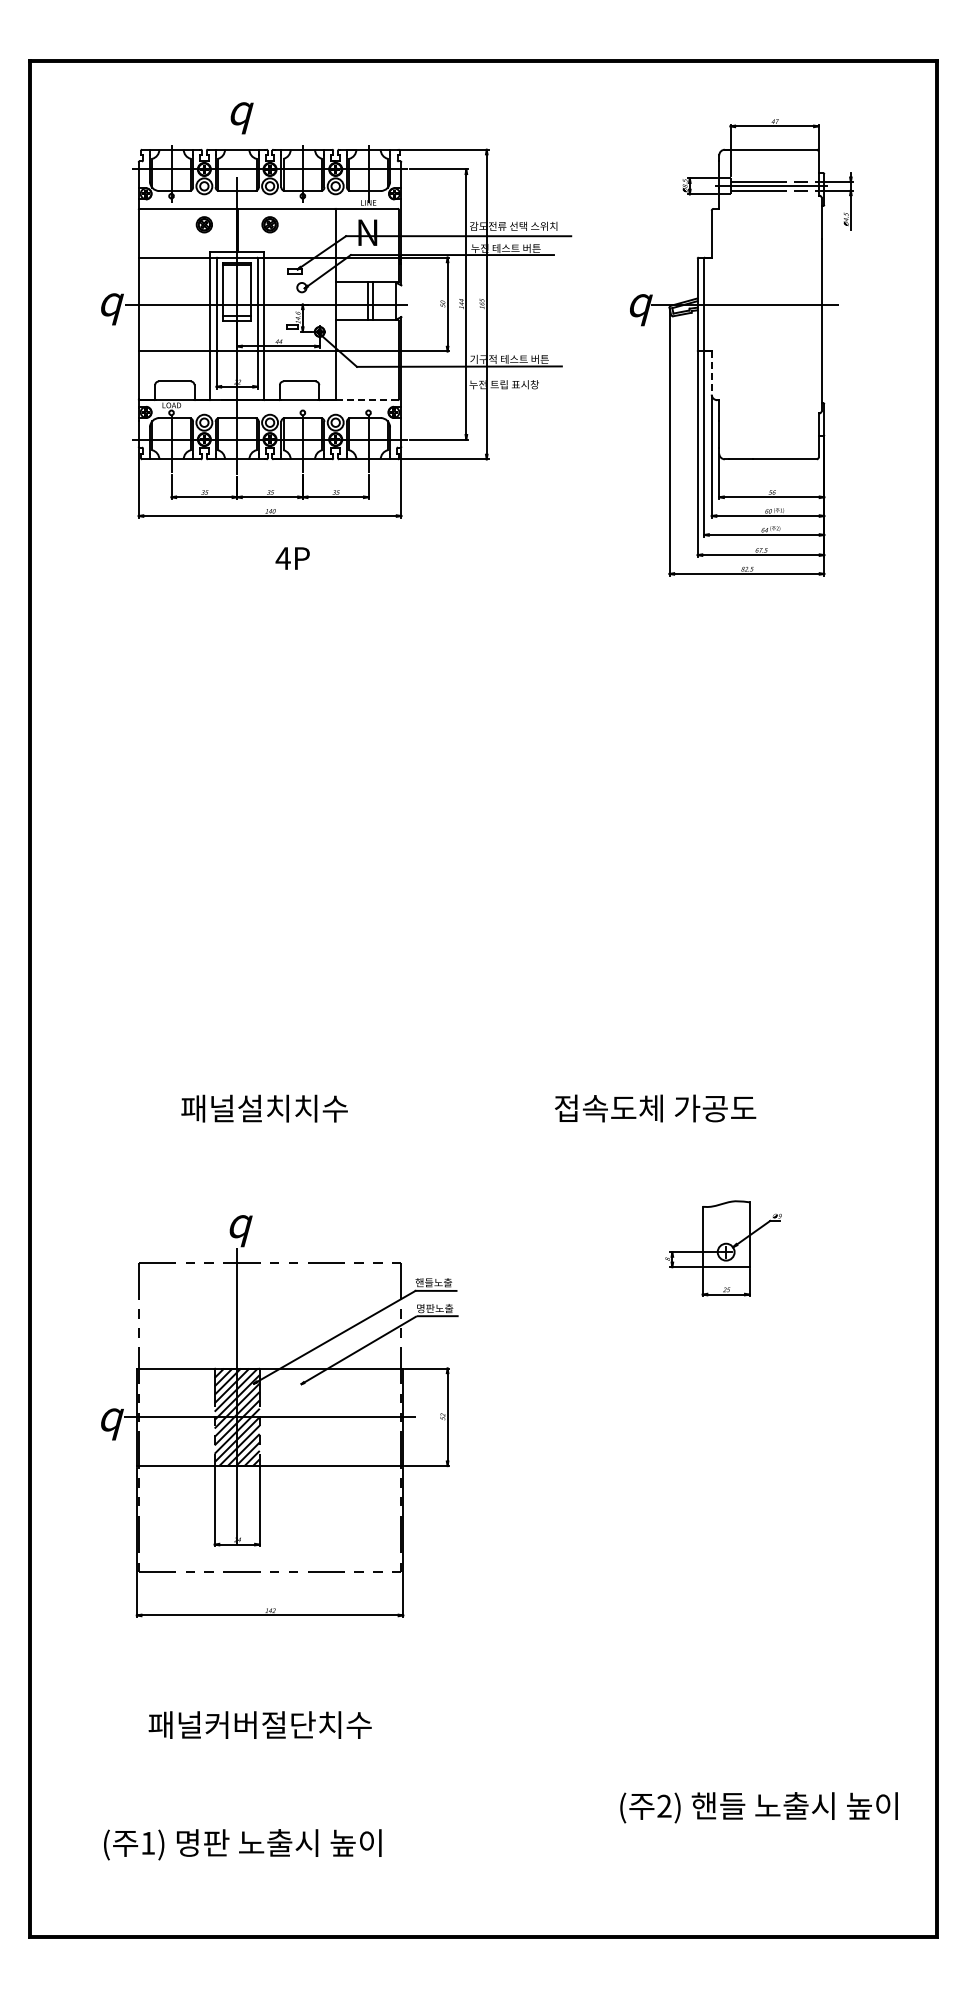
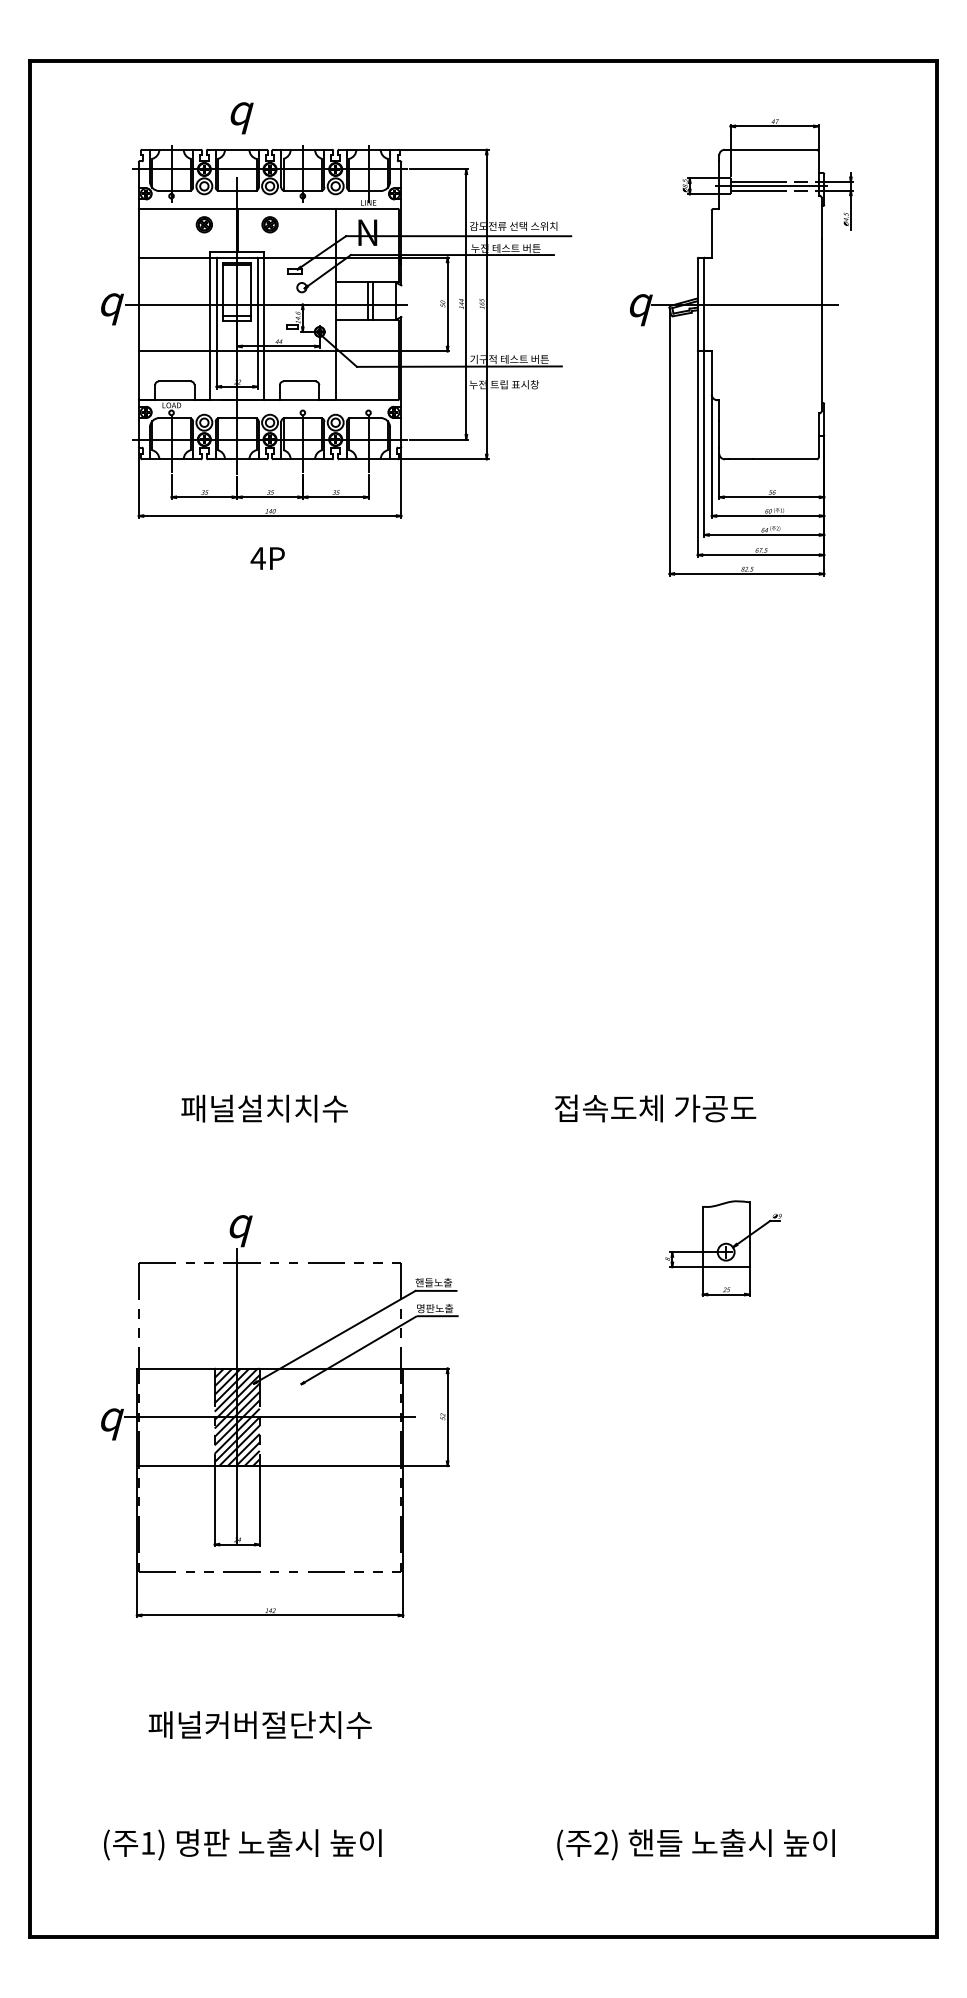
line at (711, 373): dashed -> solid
line at (366, 400): dashed -> solid
text at (292, 558) position: (292, 558) -> (267, 558)
text at (758, 1807) position: (758, 1807) -> (695, 1844)
